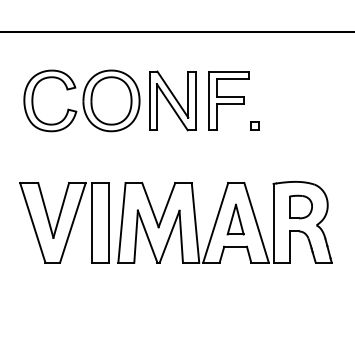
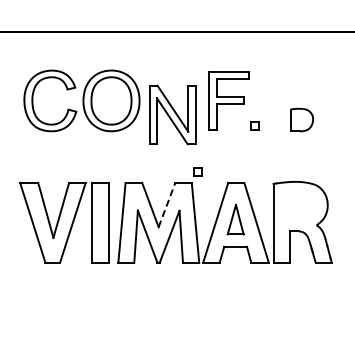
part at (172, 100) position: (172, 100) -> (172, 114)
part at (197, 171): none -> present
line at (166, 205): solid -> dashed
part at (300, 206) position: (300, 206) -> (301, 119)
